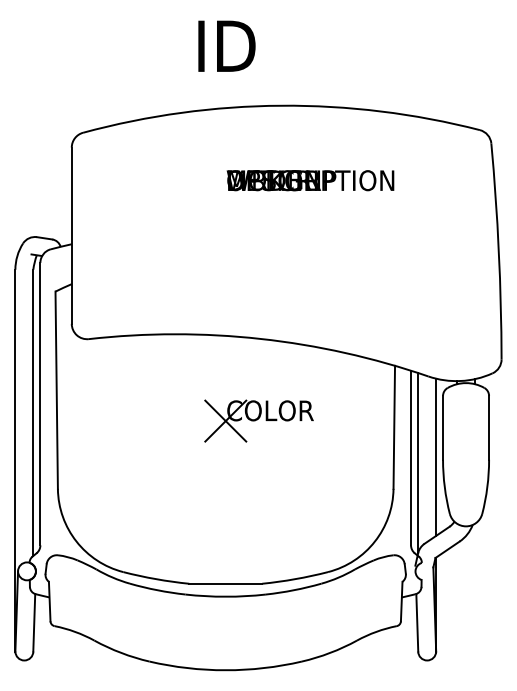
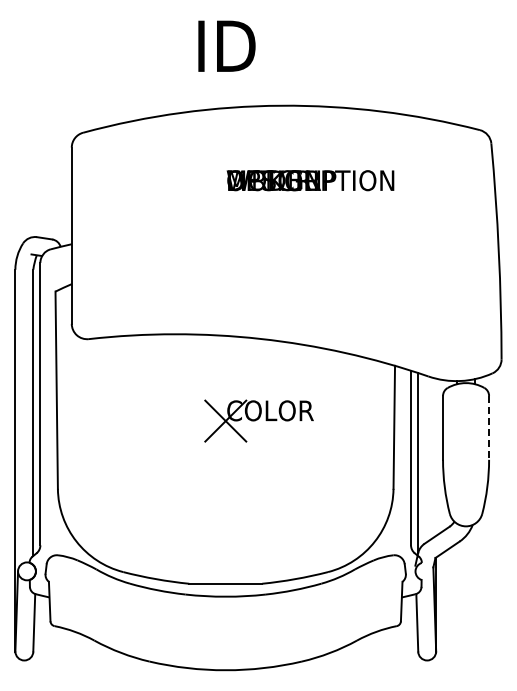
line at (489, 427): solid -> dashed
line at (436, 456): present -> none
